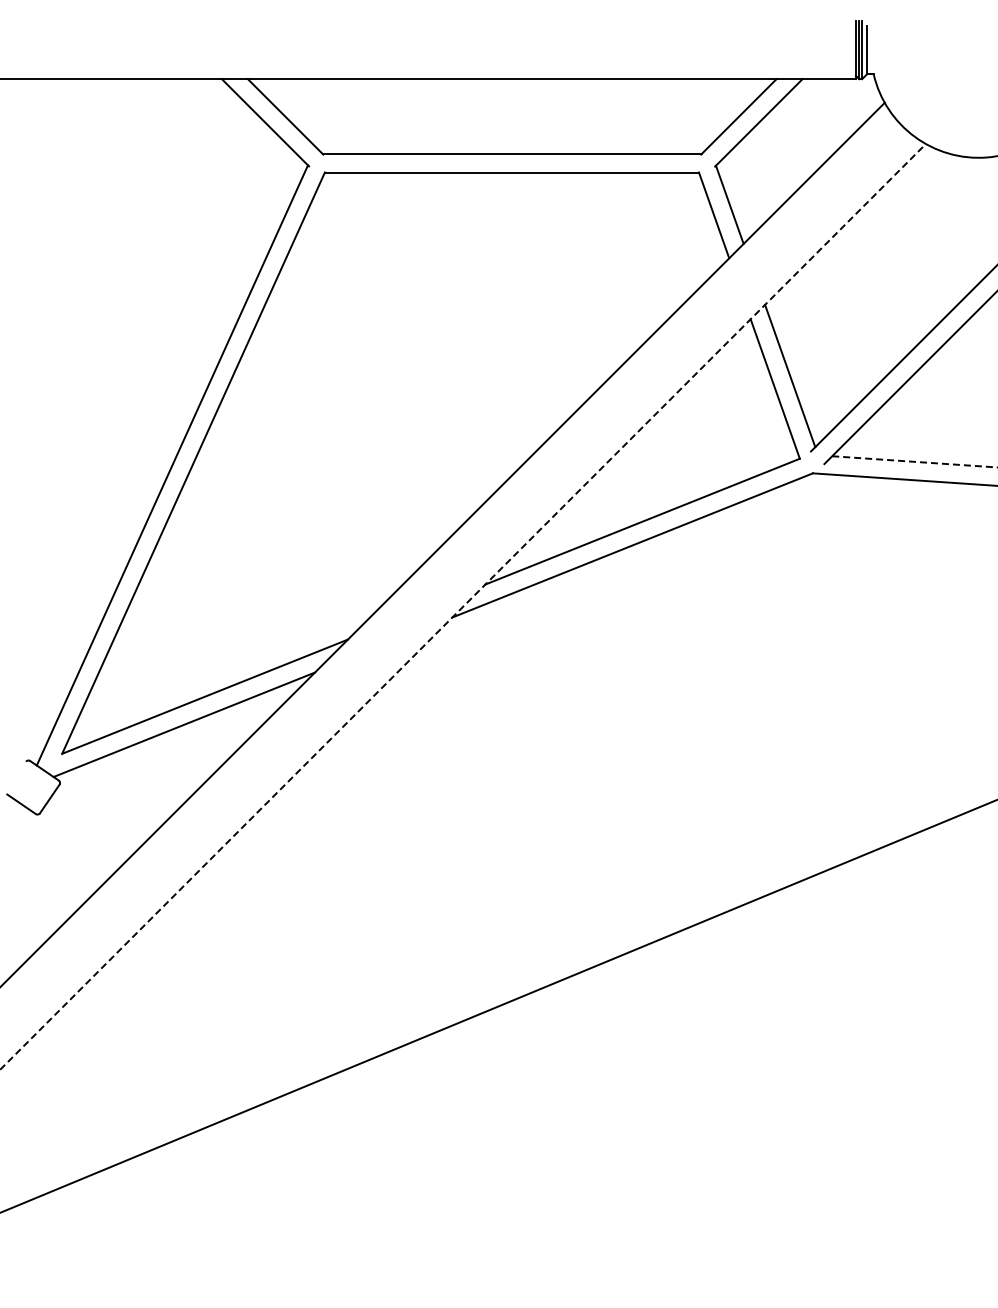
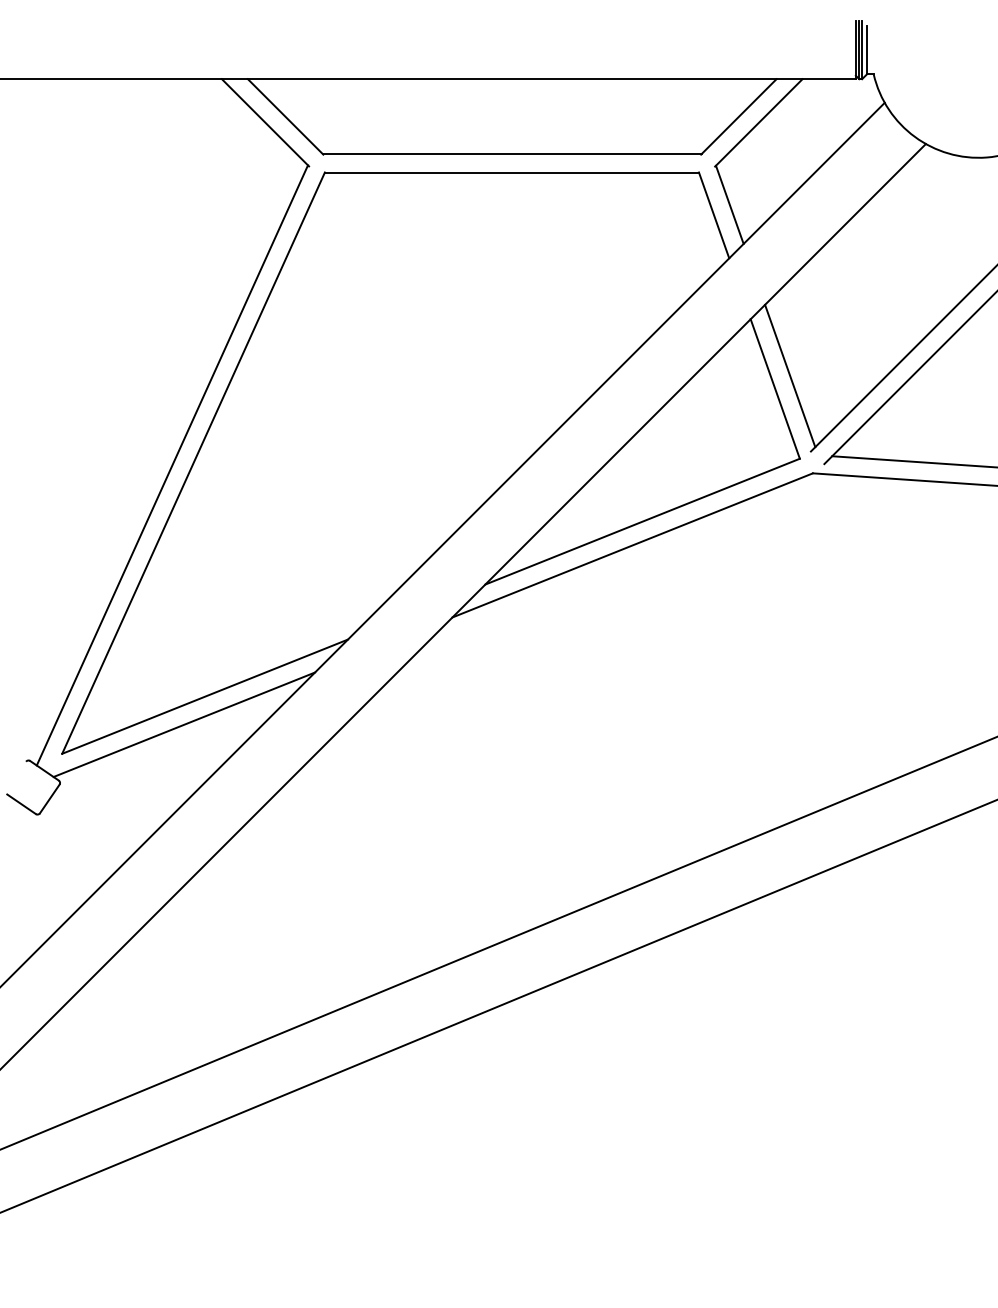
line at (914, 461): dashed -> solid
line at (463, 606): dashed -> solid
line at (498, 942): none -> present
